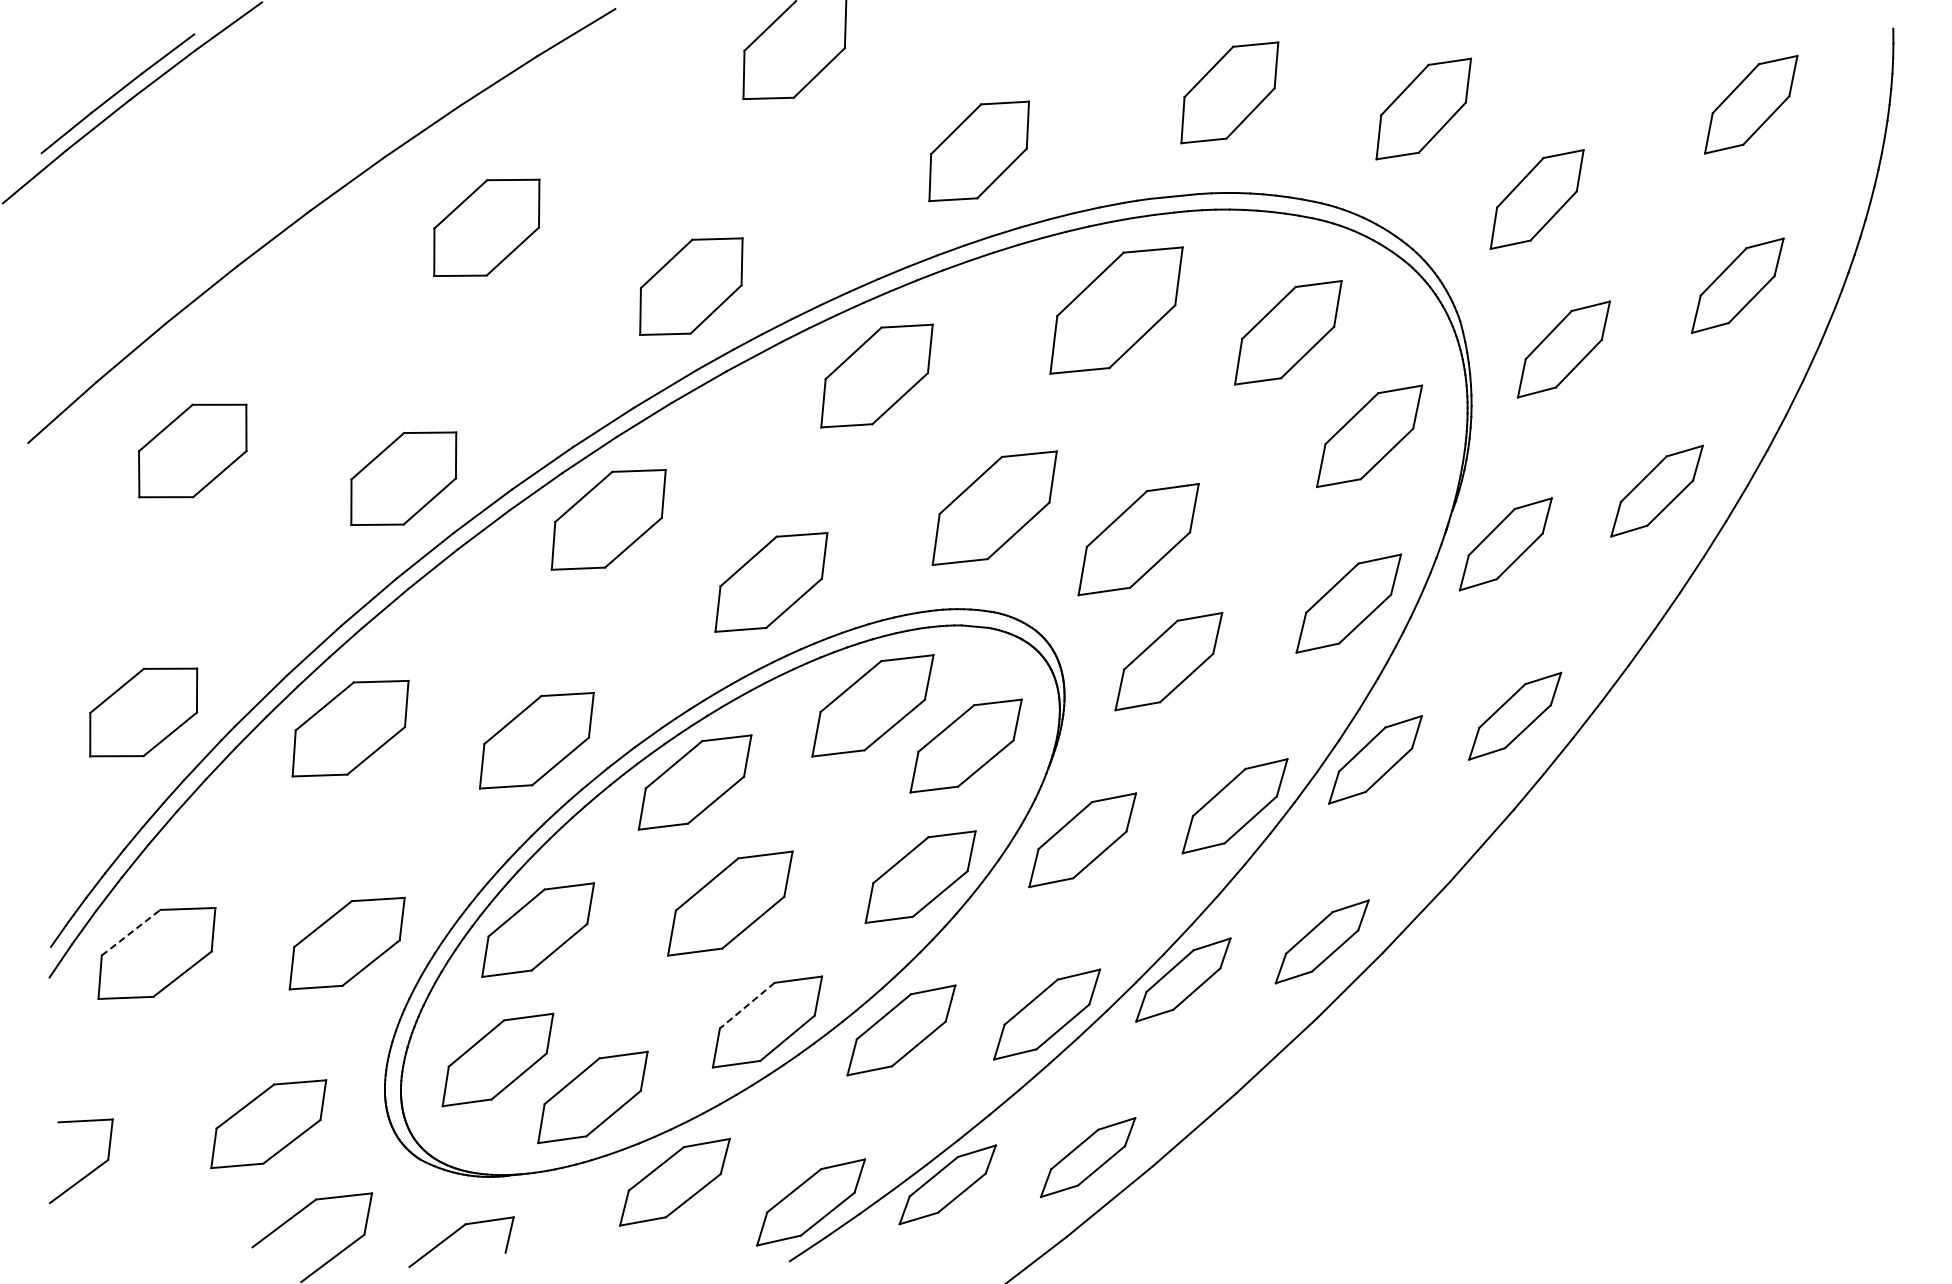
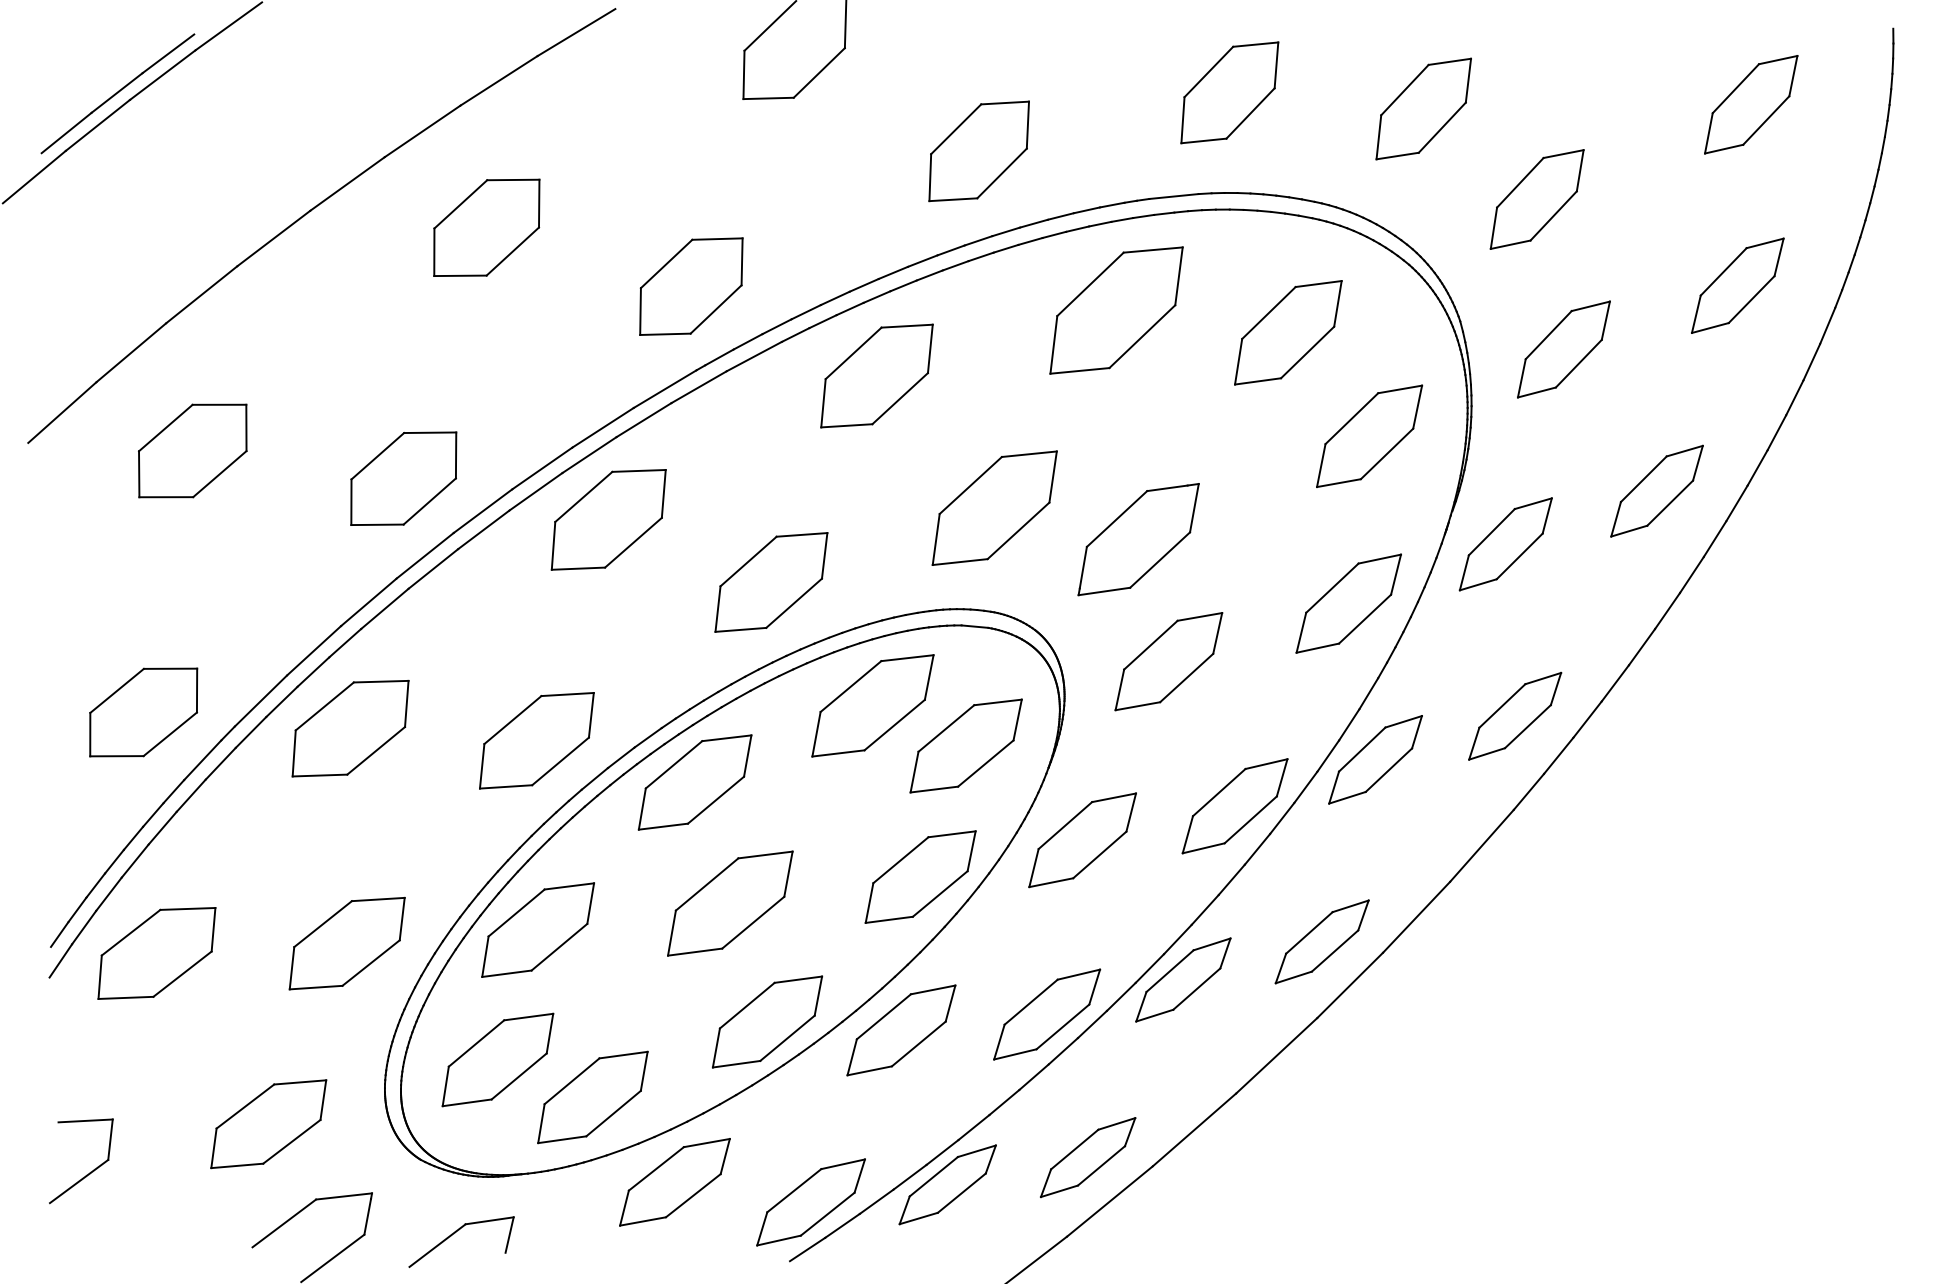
line at (131, 932): dashed -> solid
line at (747, 1005): dashed -> solid
